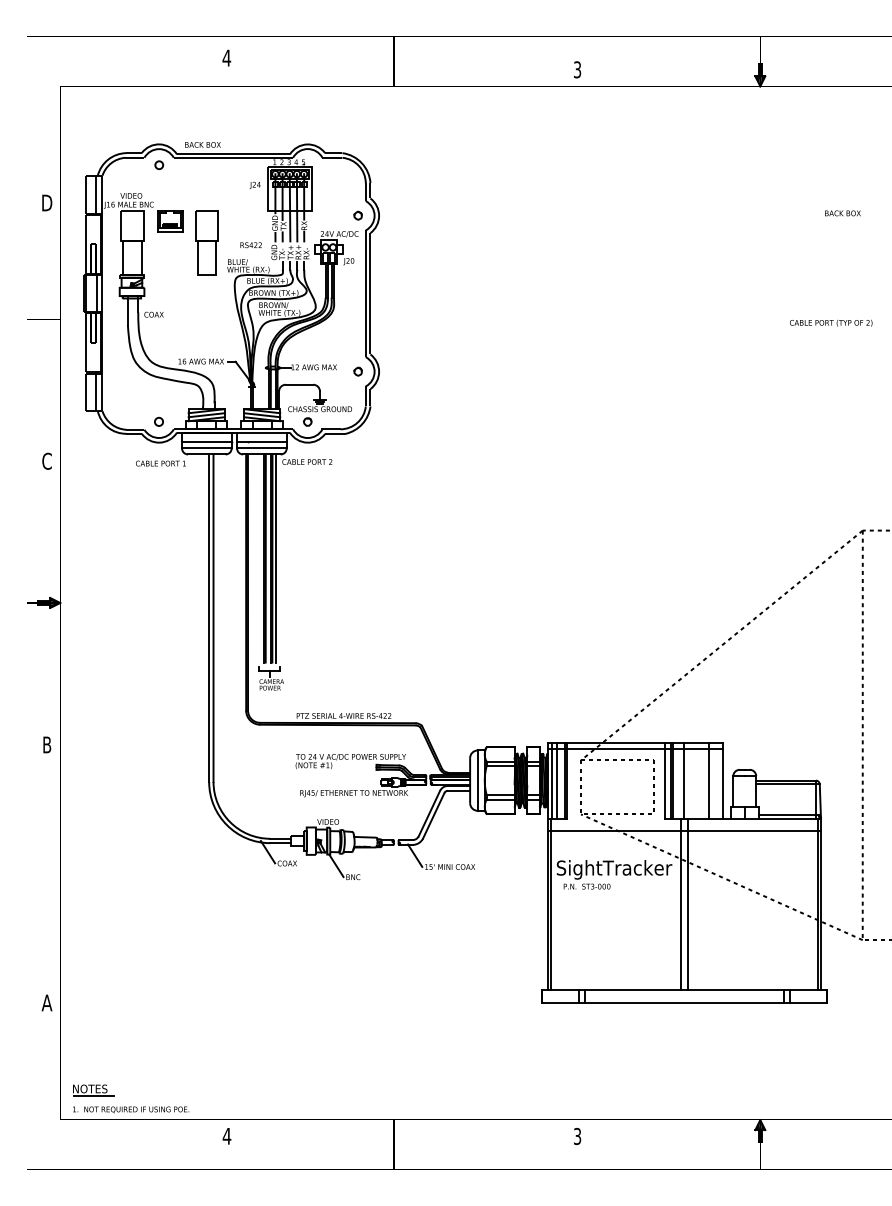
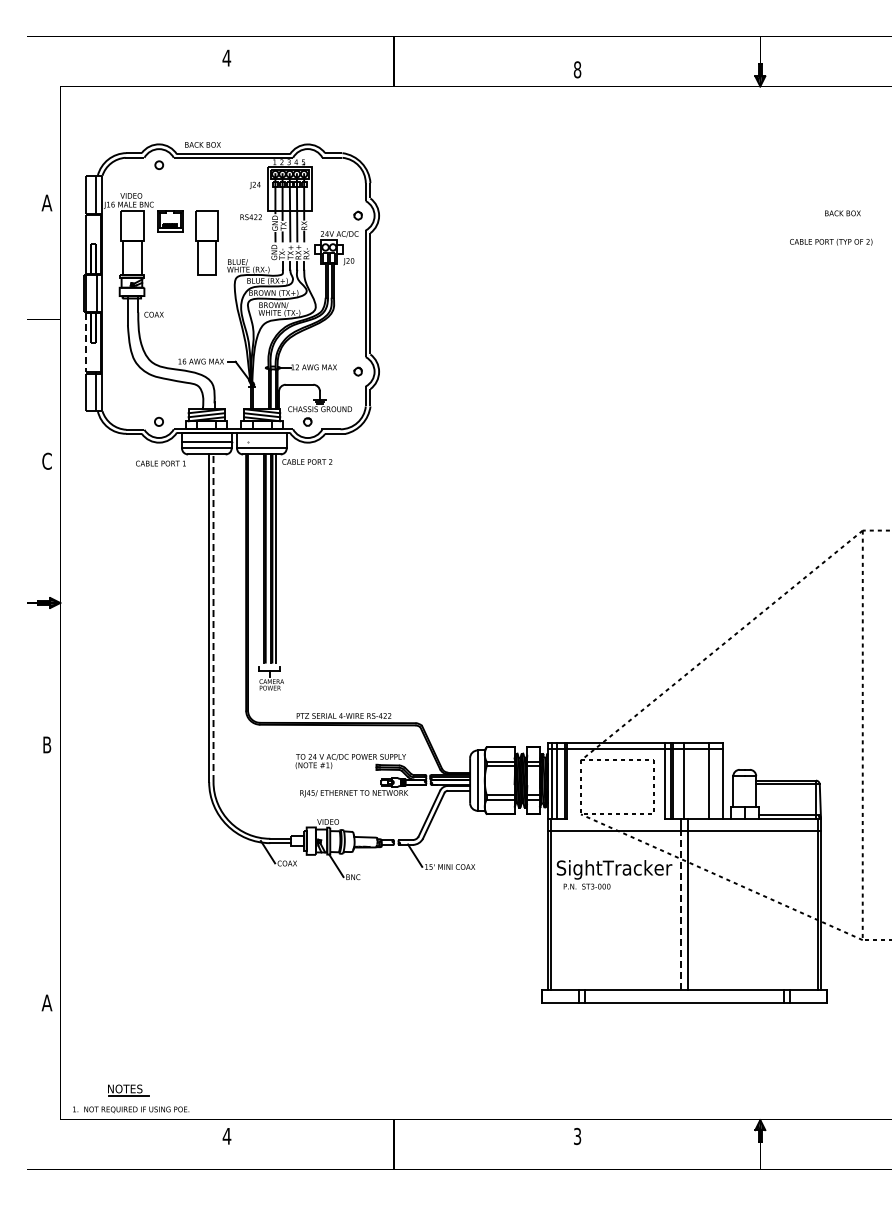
text at (577, 69): 3 -> 8
text at (46, 202): D -> A
text at (250, 245) position: (250, 245) -> (250, 217)
text at (831, 322) position: (831, 322) -> (831, 241)
line at (86, 342): solid -> dashed
line at (261, 441): present -> none
line at (213, 618): solid -> dashed
line at (681, 910): solid -> dashed
part at (93, 1090) position: (93, 1090) -> (128, 1090)
